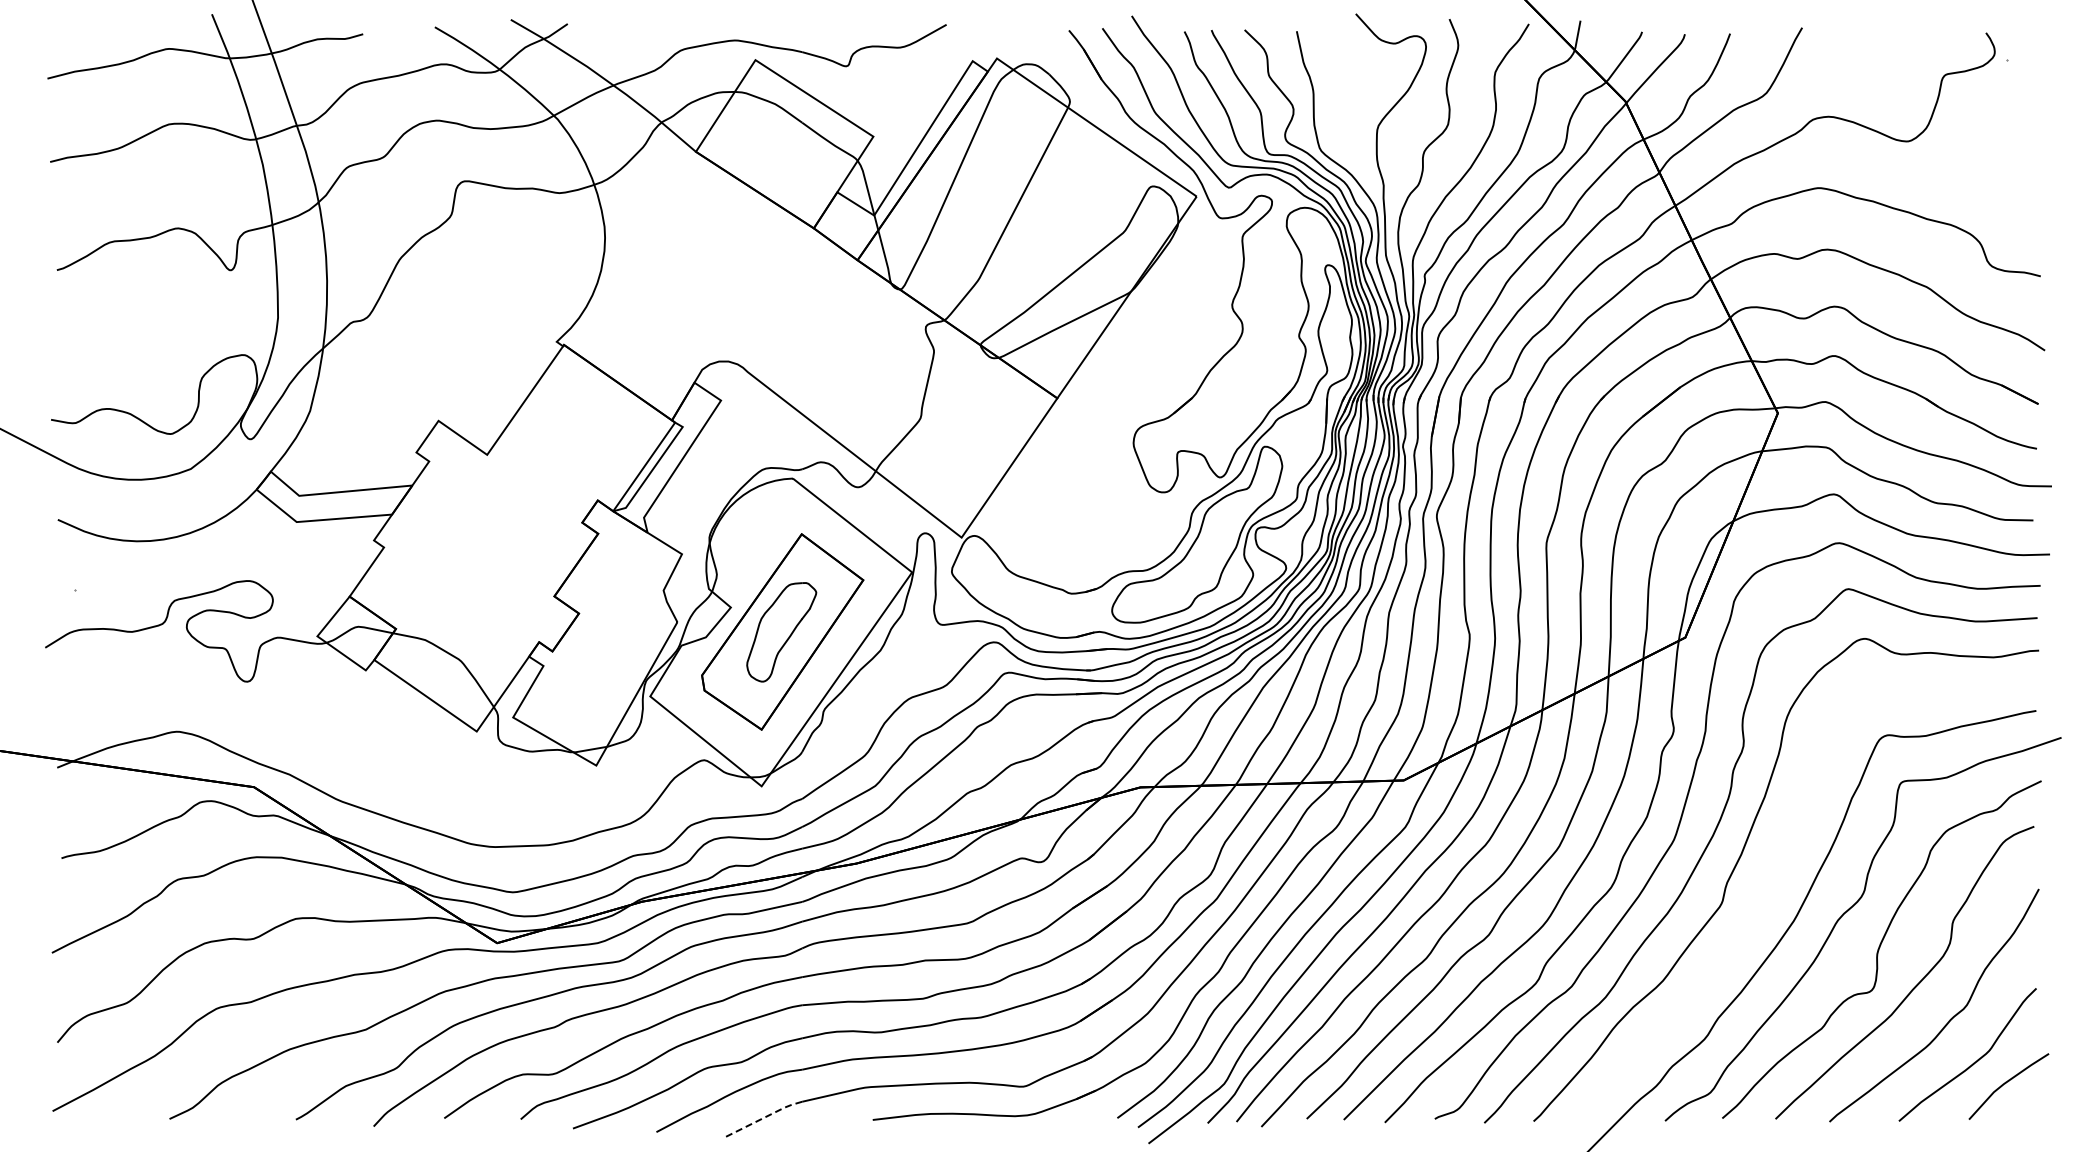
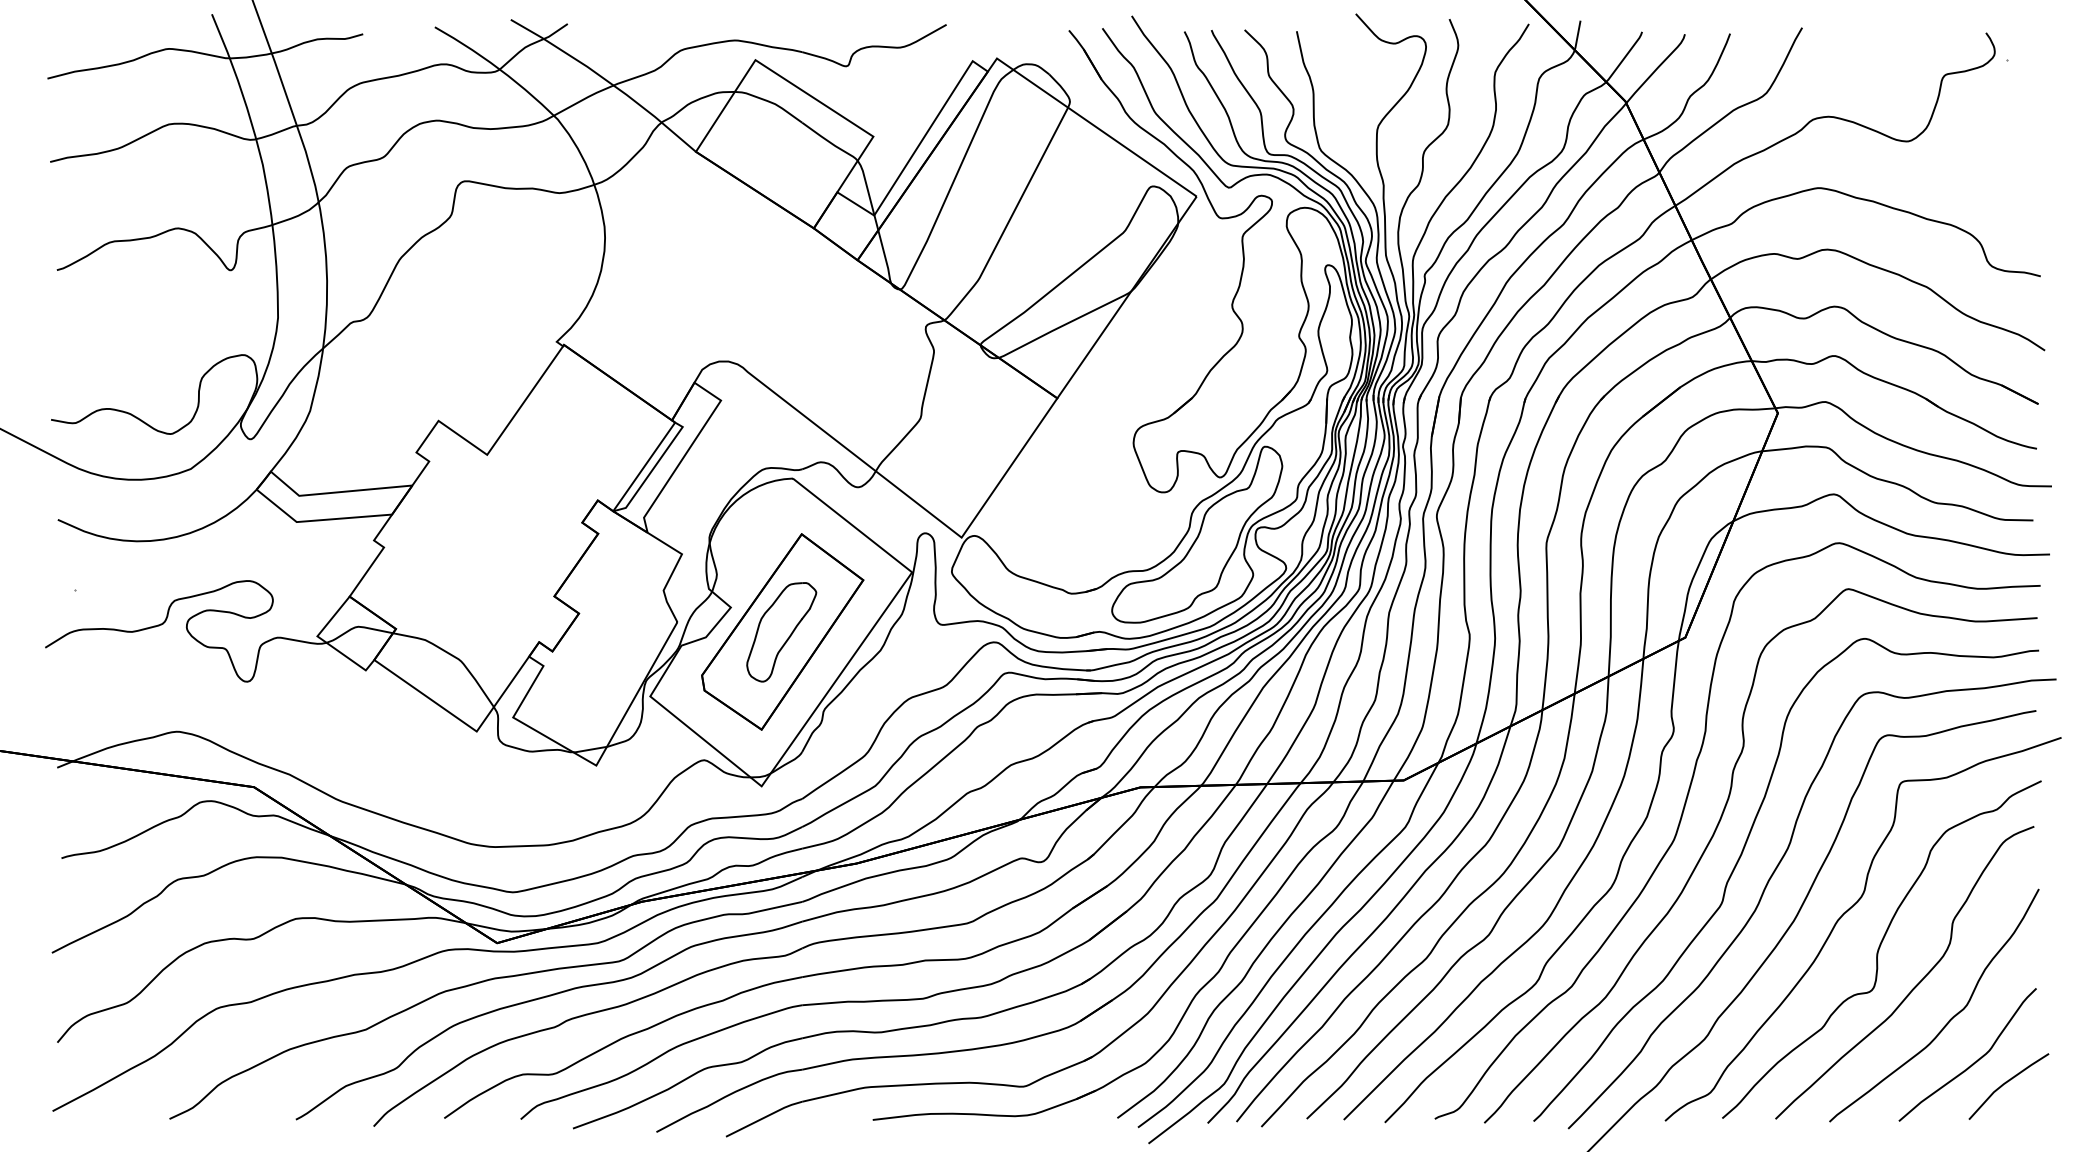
curve at (1771, 878): none -> present
line at (764, 1117): dashed -> solid
